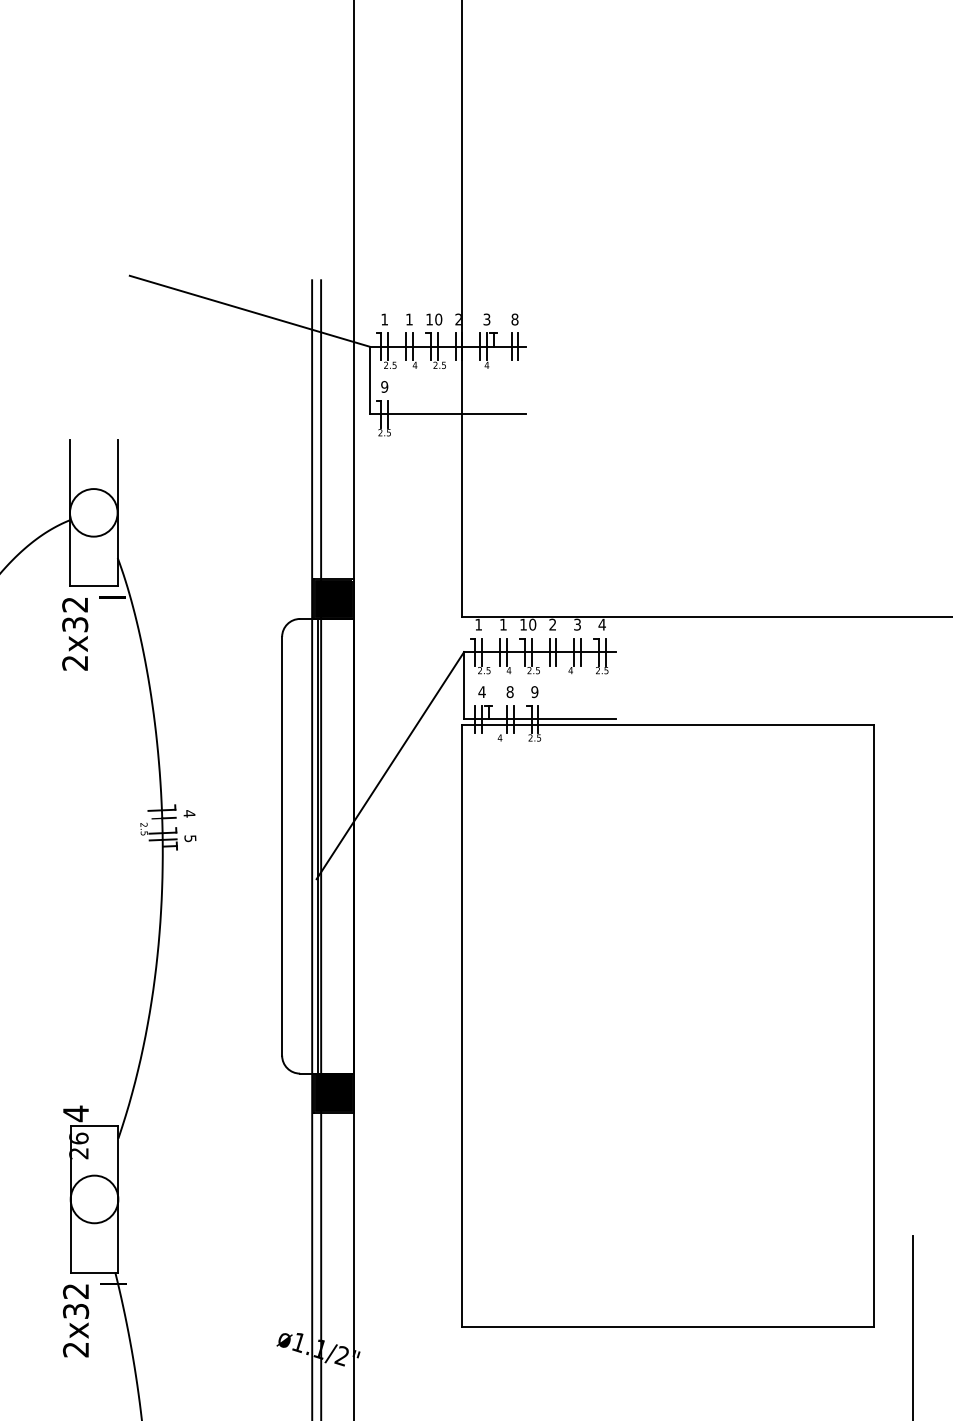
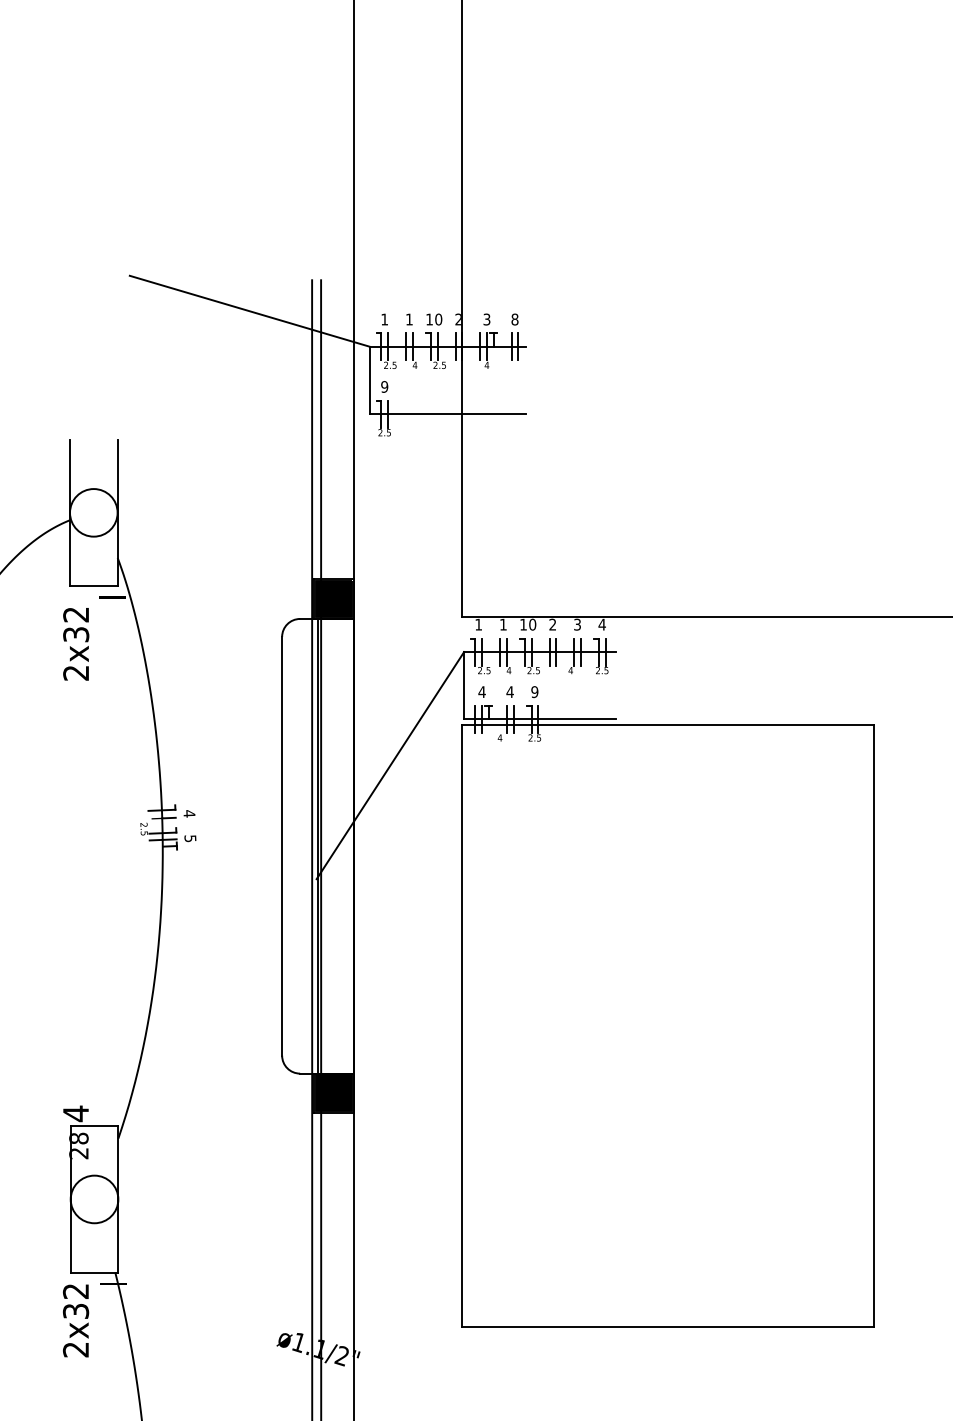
text at (75, 634) position: (75, 634) -> (76, 644)
text at (509, 692): 8 -> 4
text at (78, 1138): 26 -> 28
line at (913, 1326): present -> none
